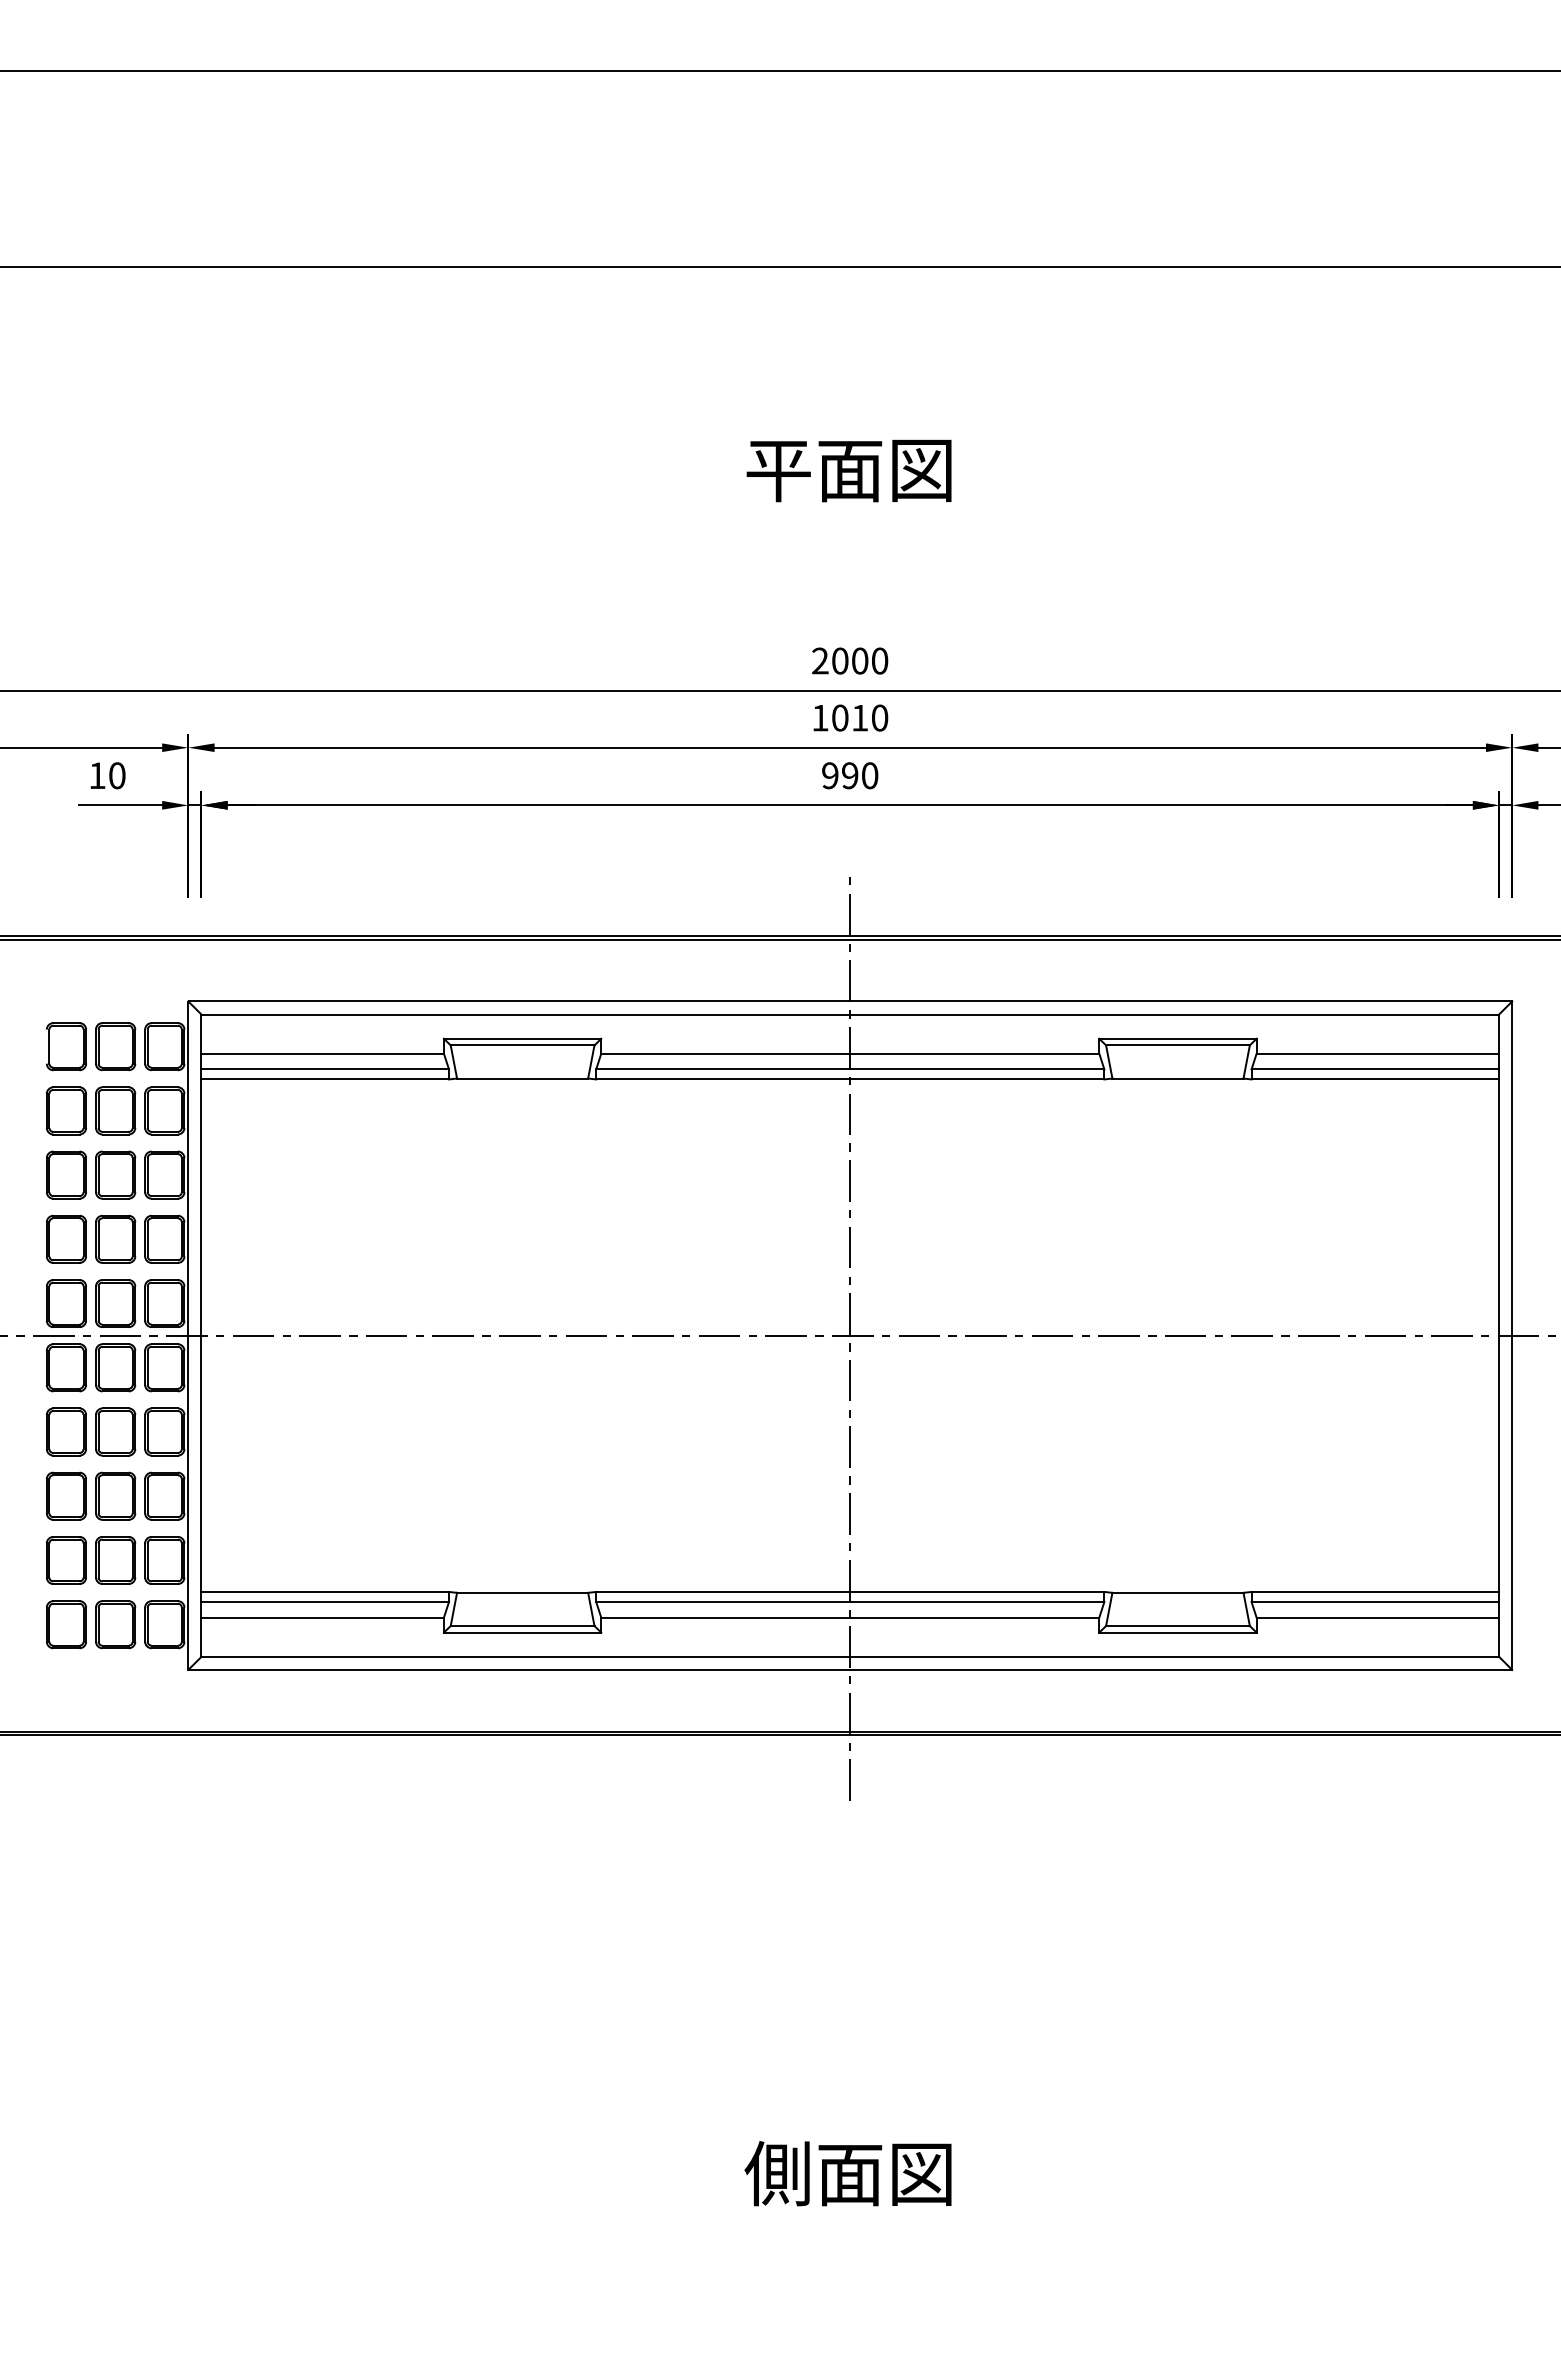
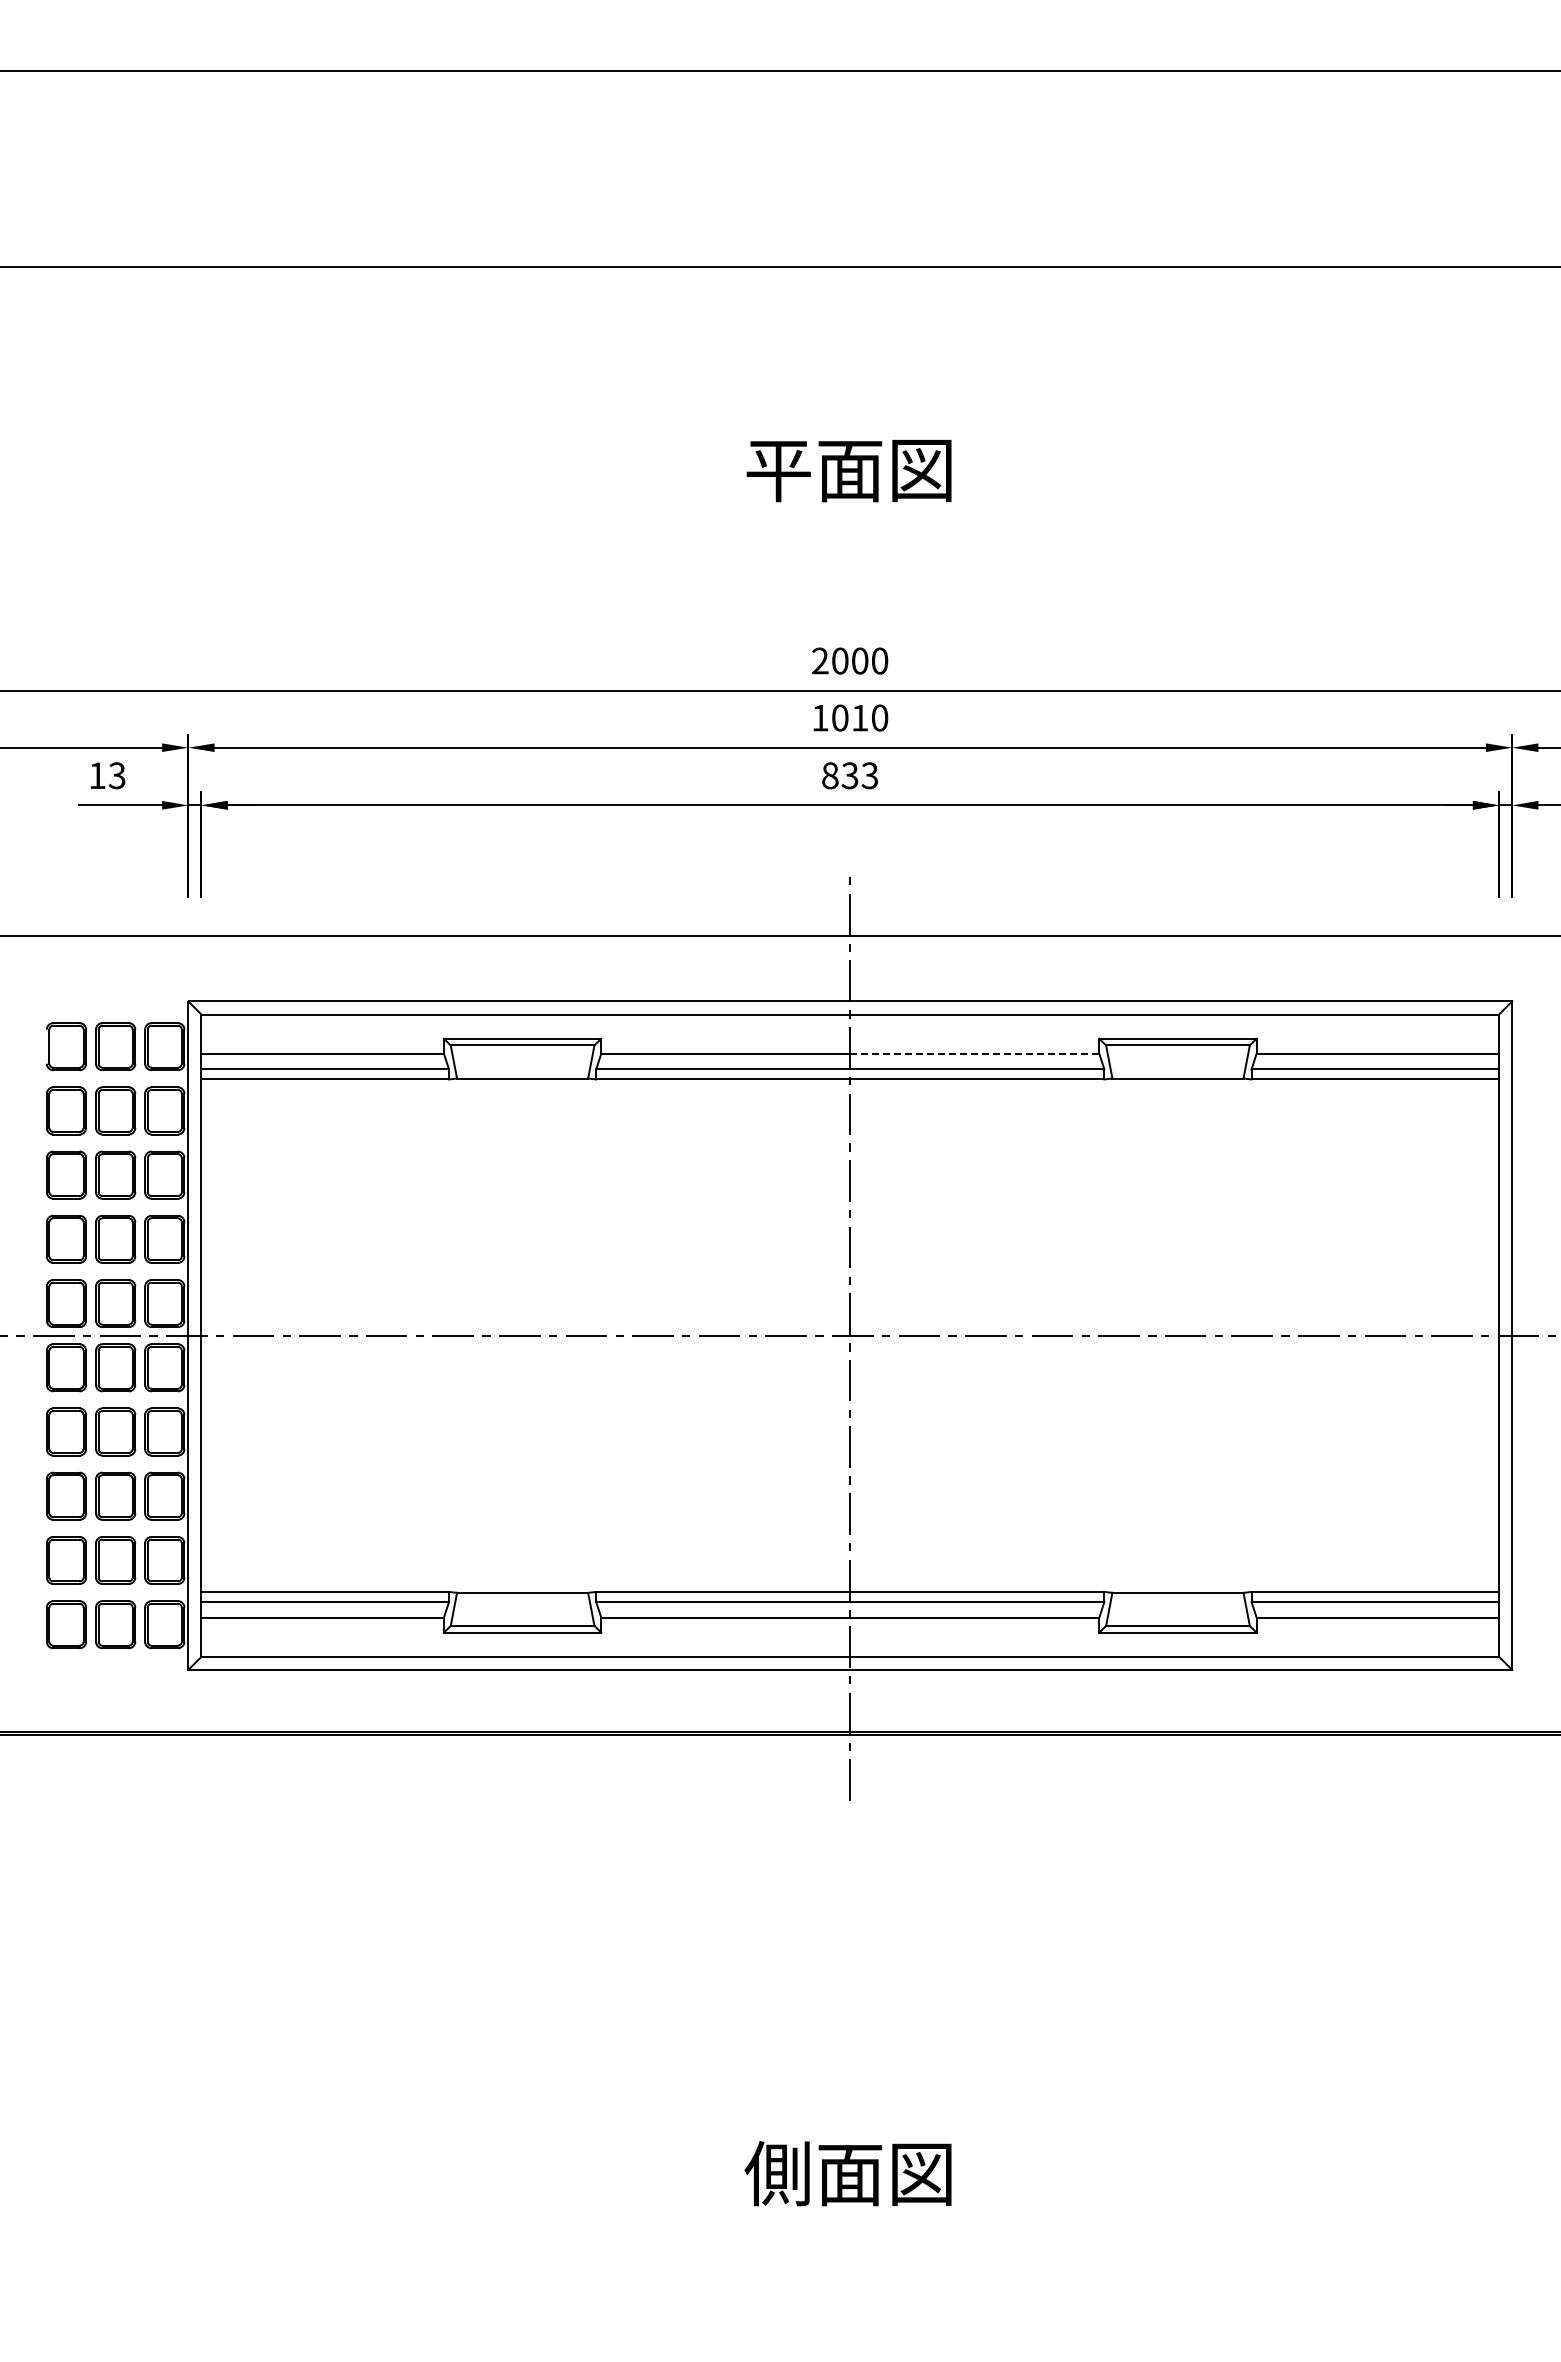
text at (116, 775): 10 -> 13
text at (850, 775): 990 -> 833
line at (779, 939): present -> none
line at (974, 1053): solid -> dashed
